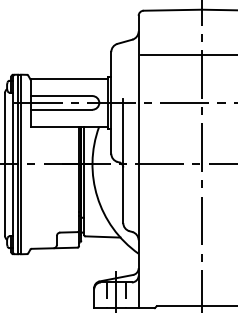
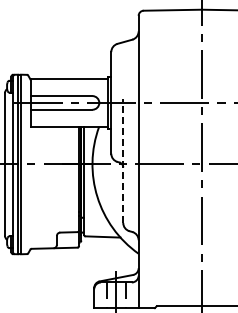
line at (187, 55): present -> none
line at (123, 160): solid -> dashed
